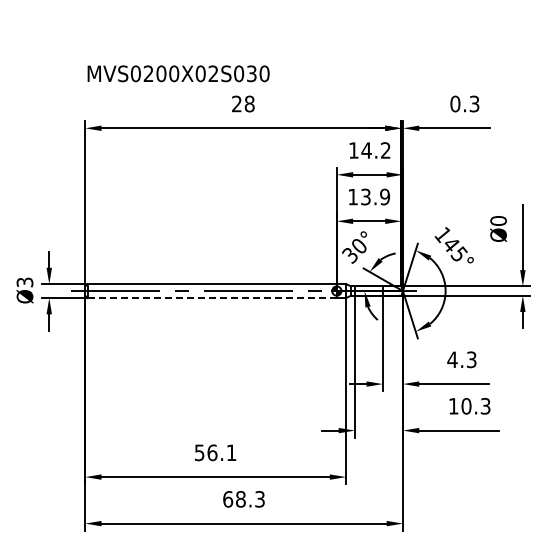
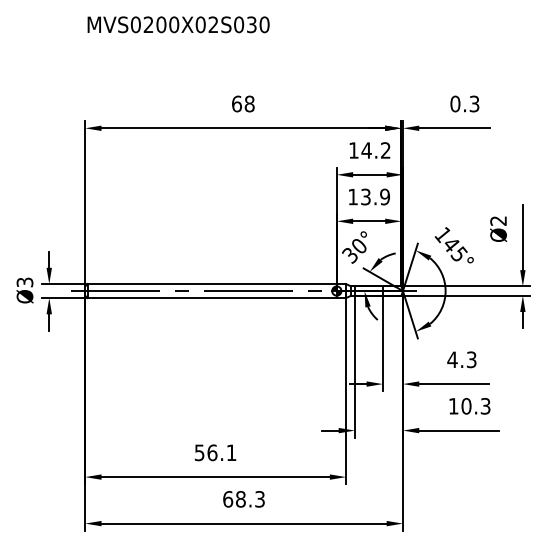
text at (178, 73) position: (178, 73) -> (178, 24)
text at (236, 103): 28 -> 68
text at (498, 220): Ø0 -> Ø2
line at (212, 298): dashed -> solid
